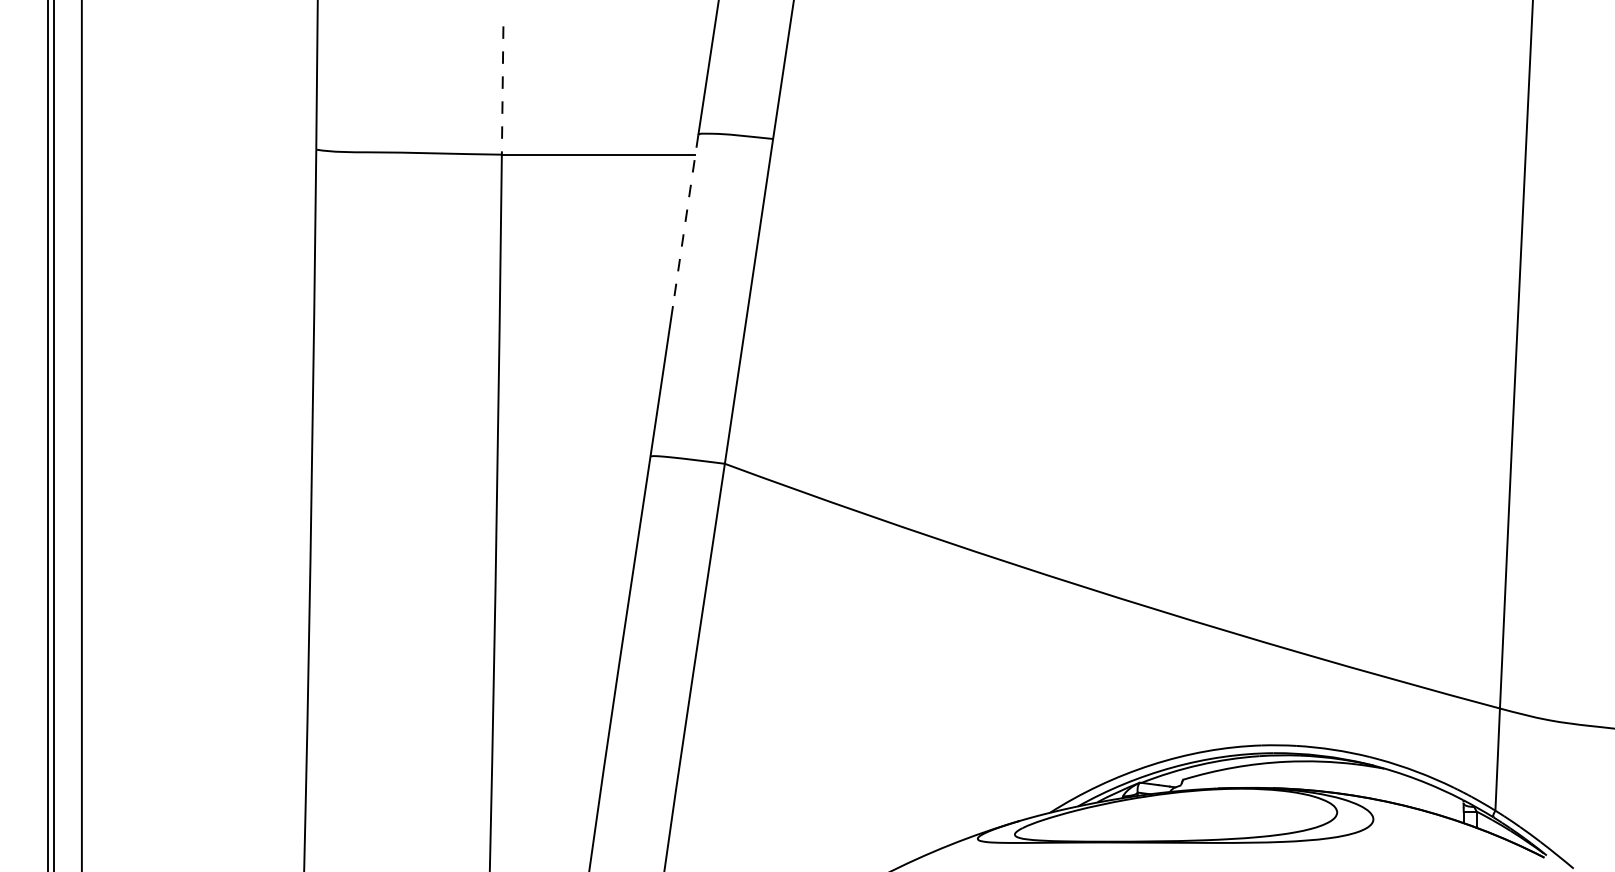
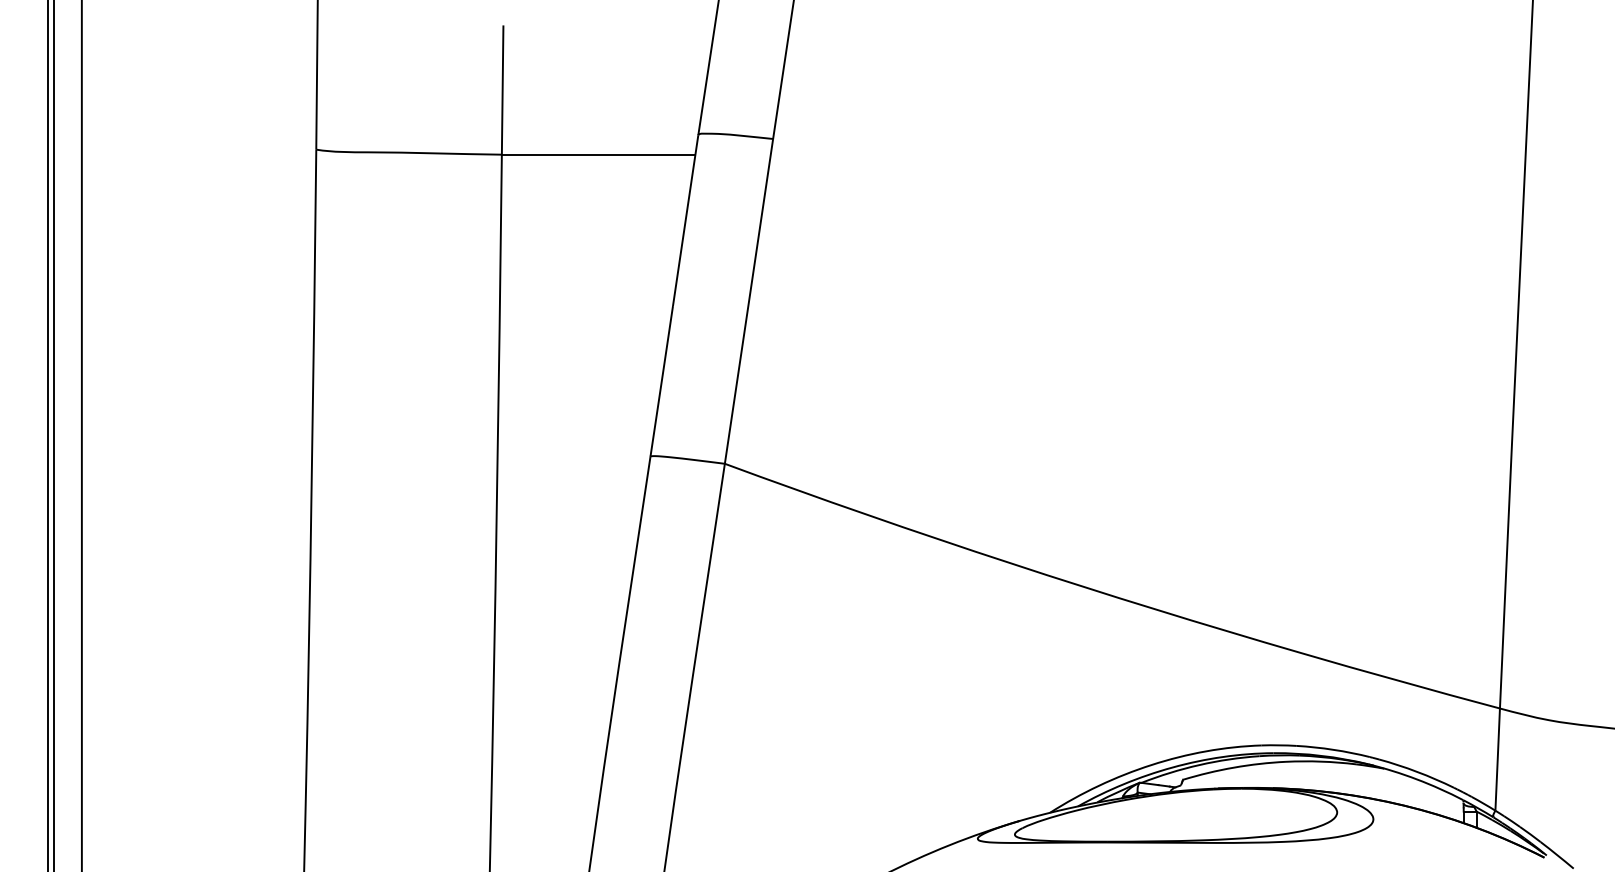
line at (502, 91): dashed -> solid
line at (685, 220): dashed -> solid
